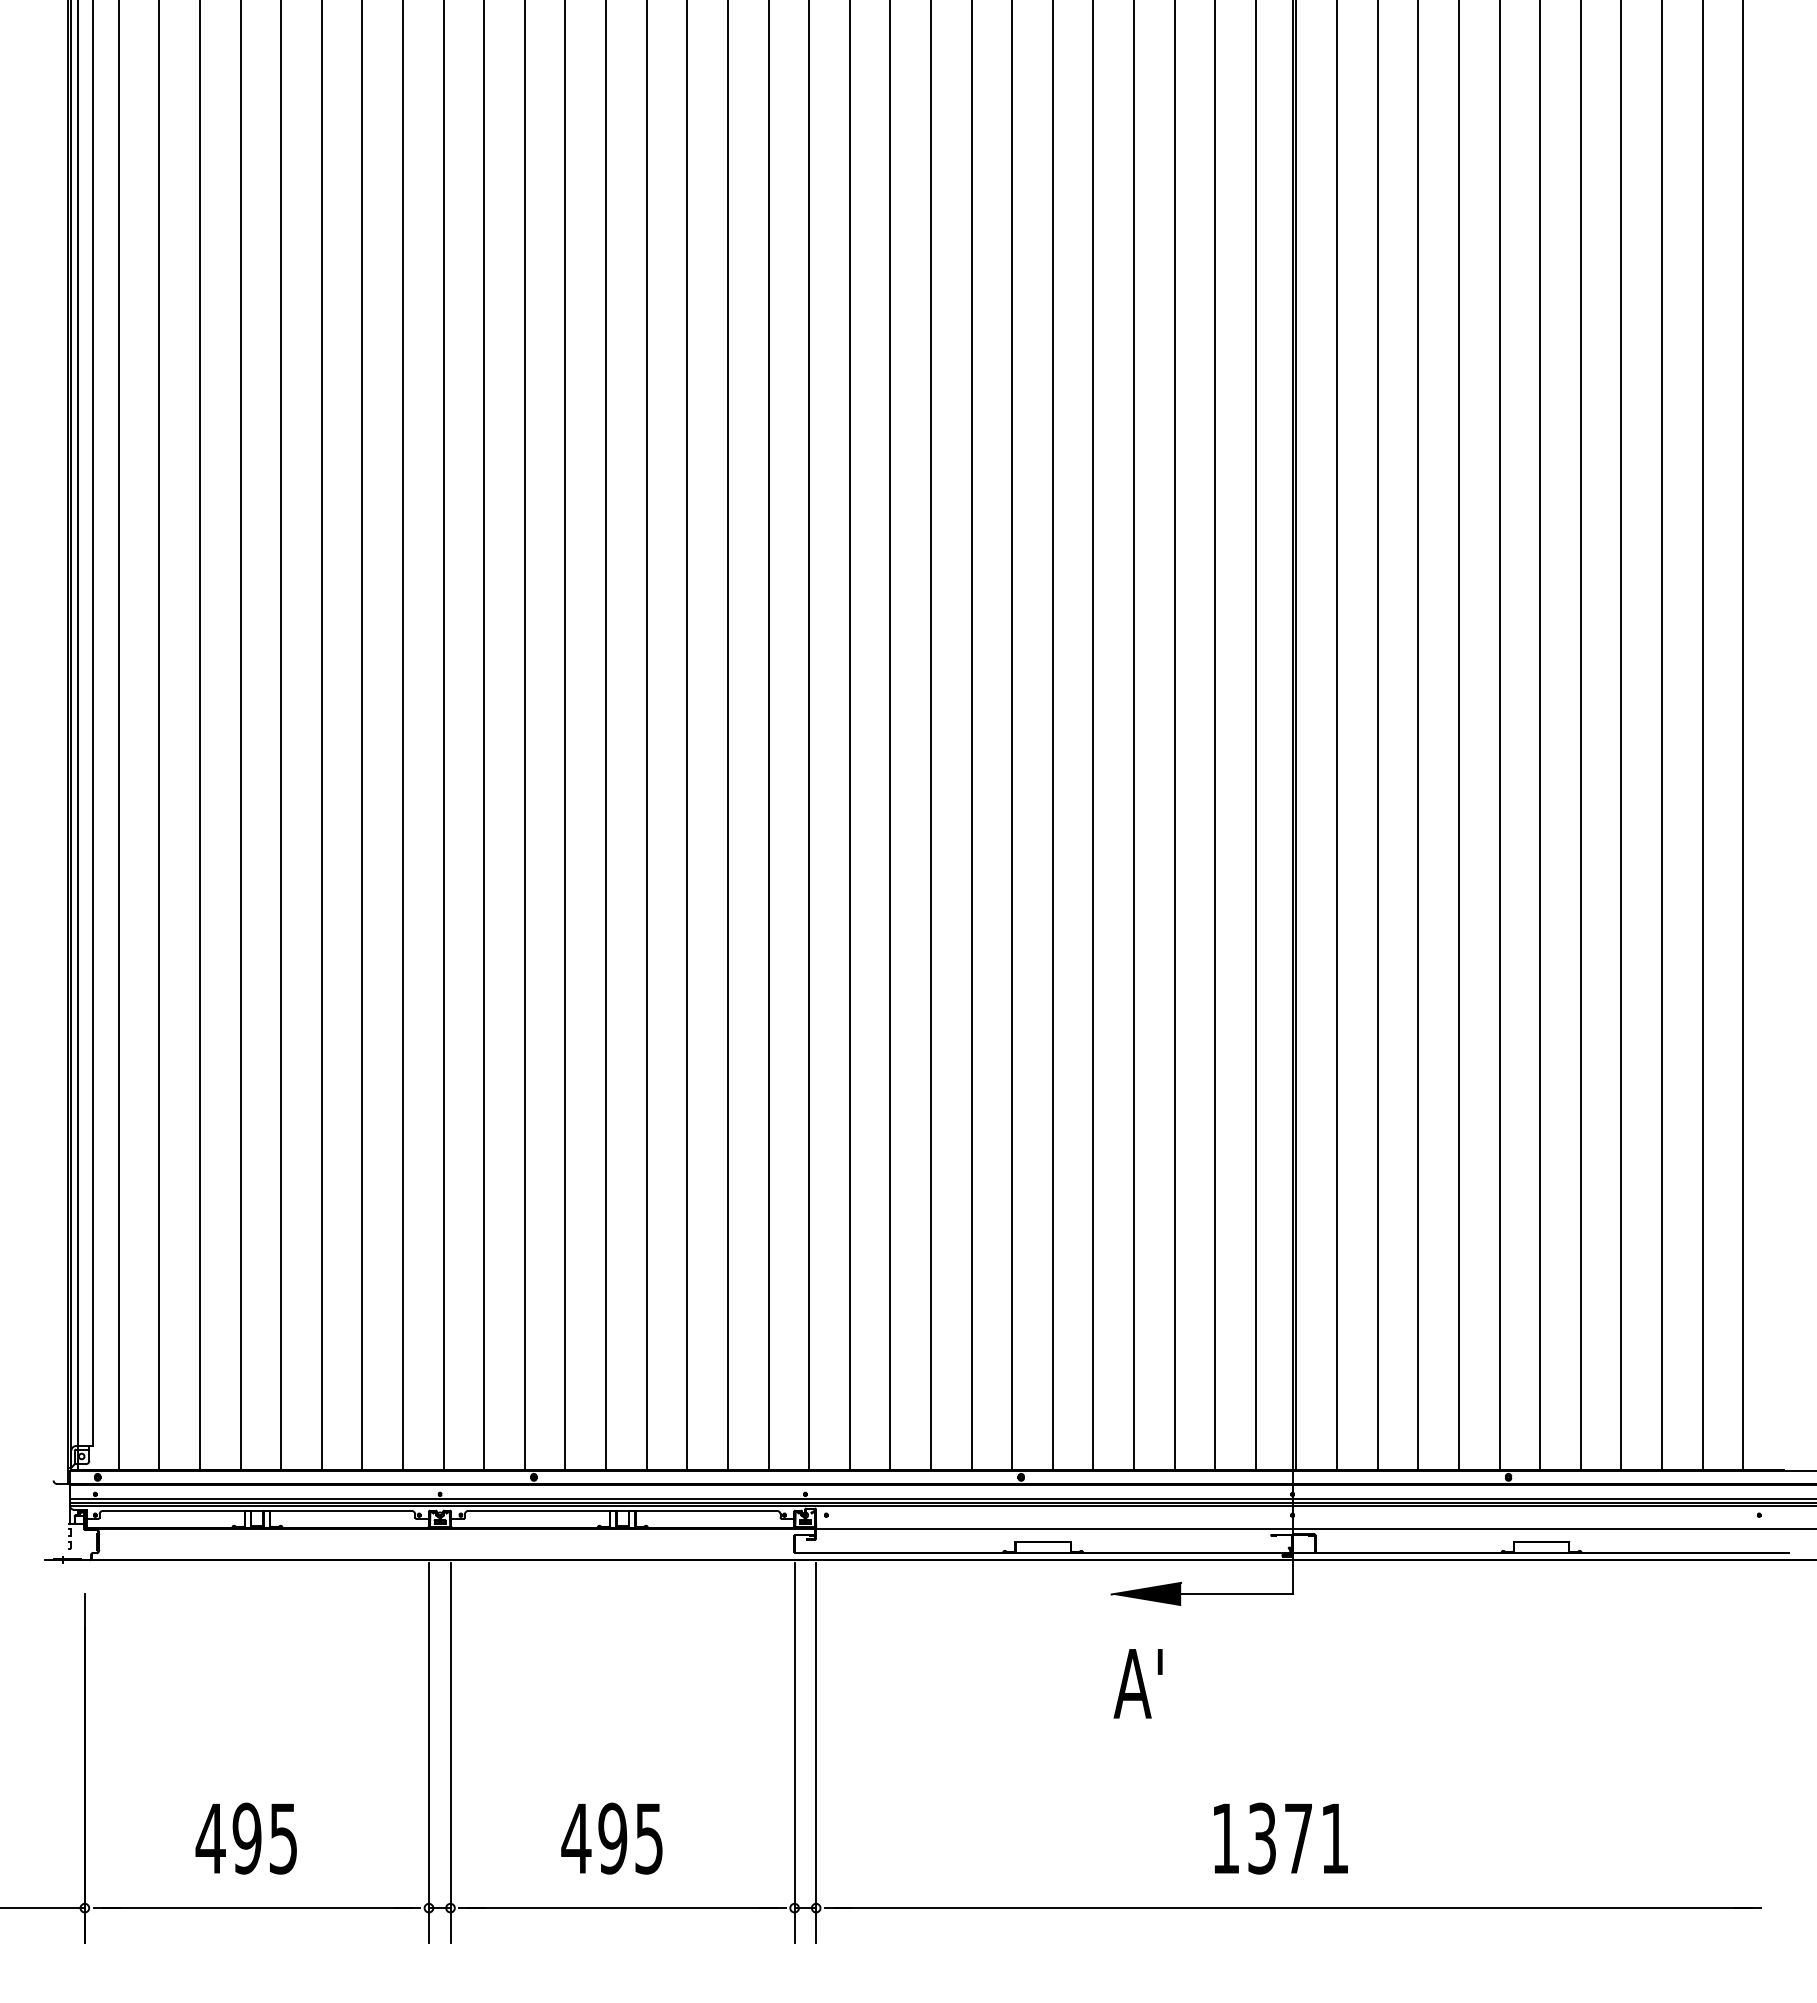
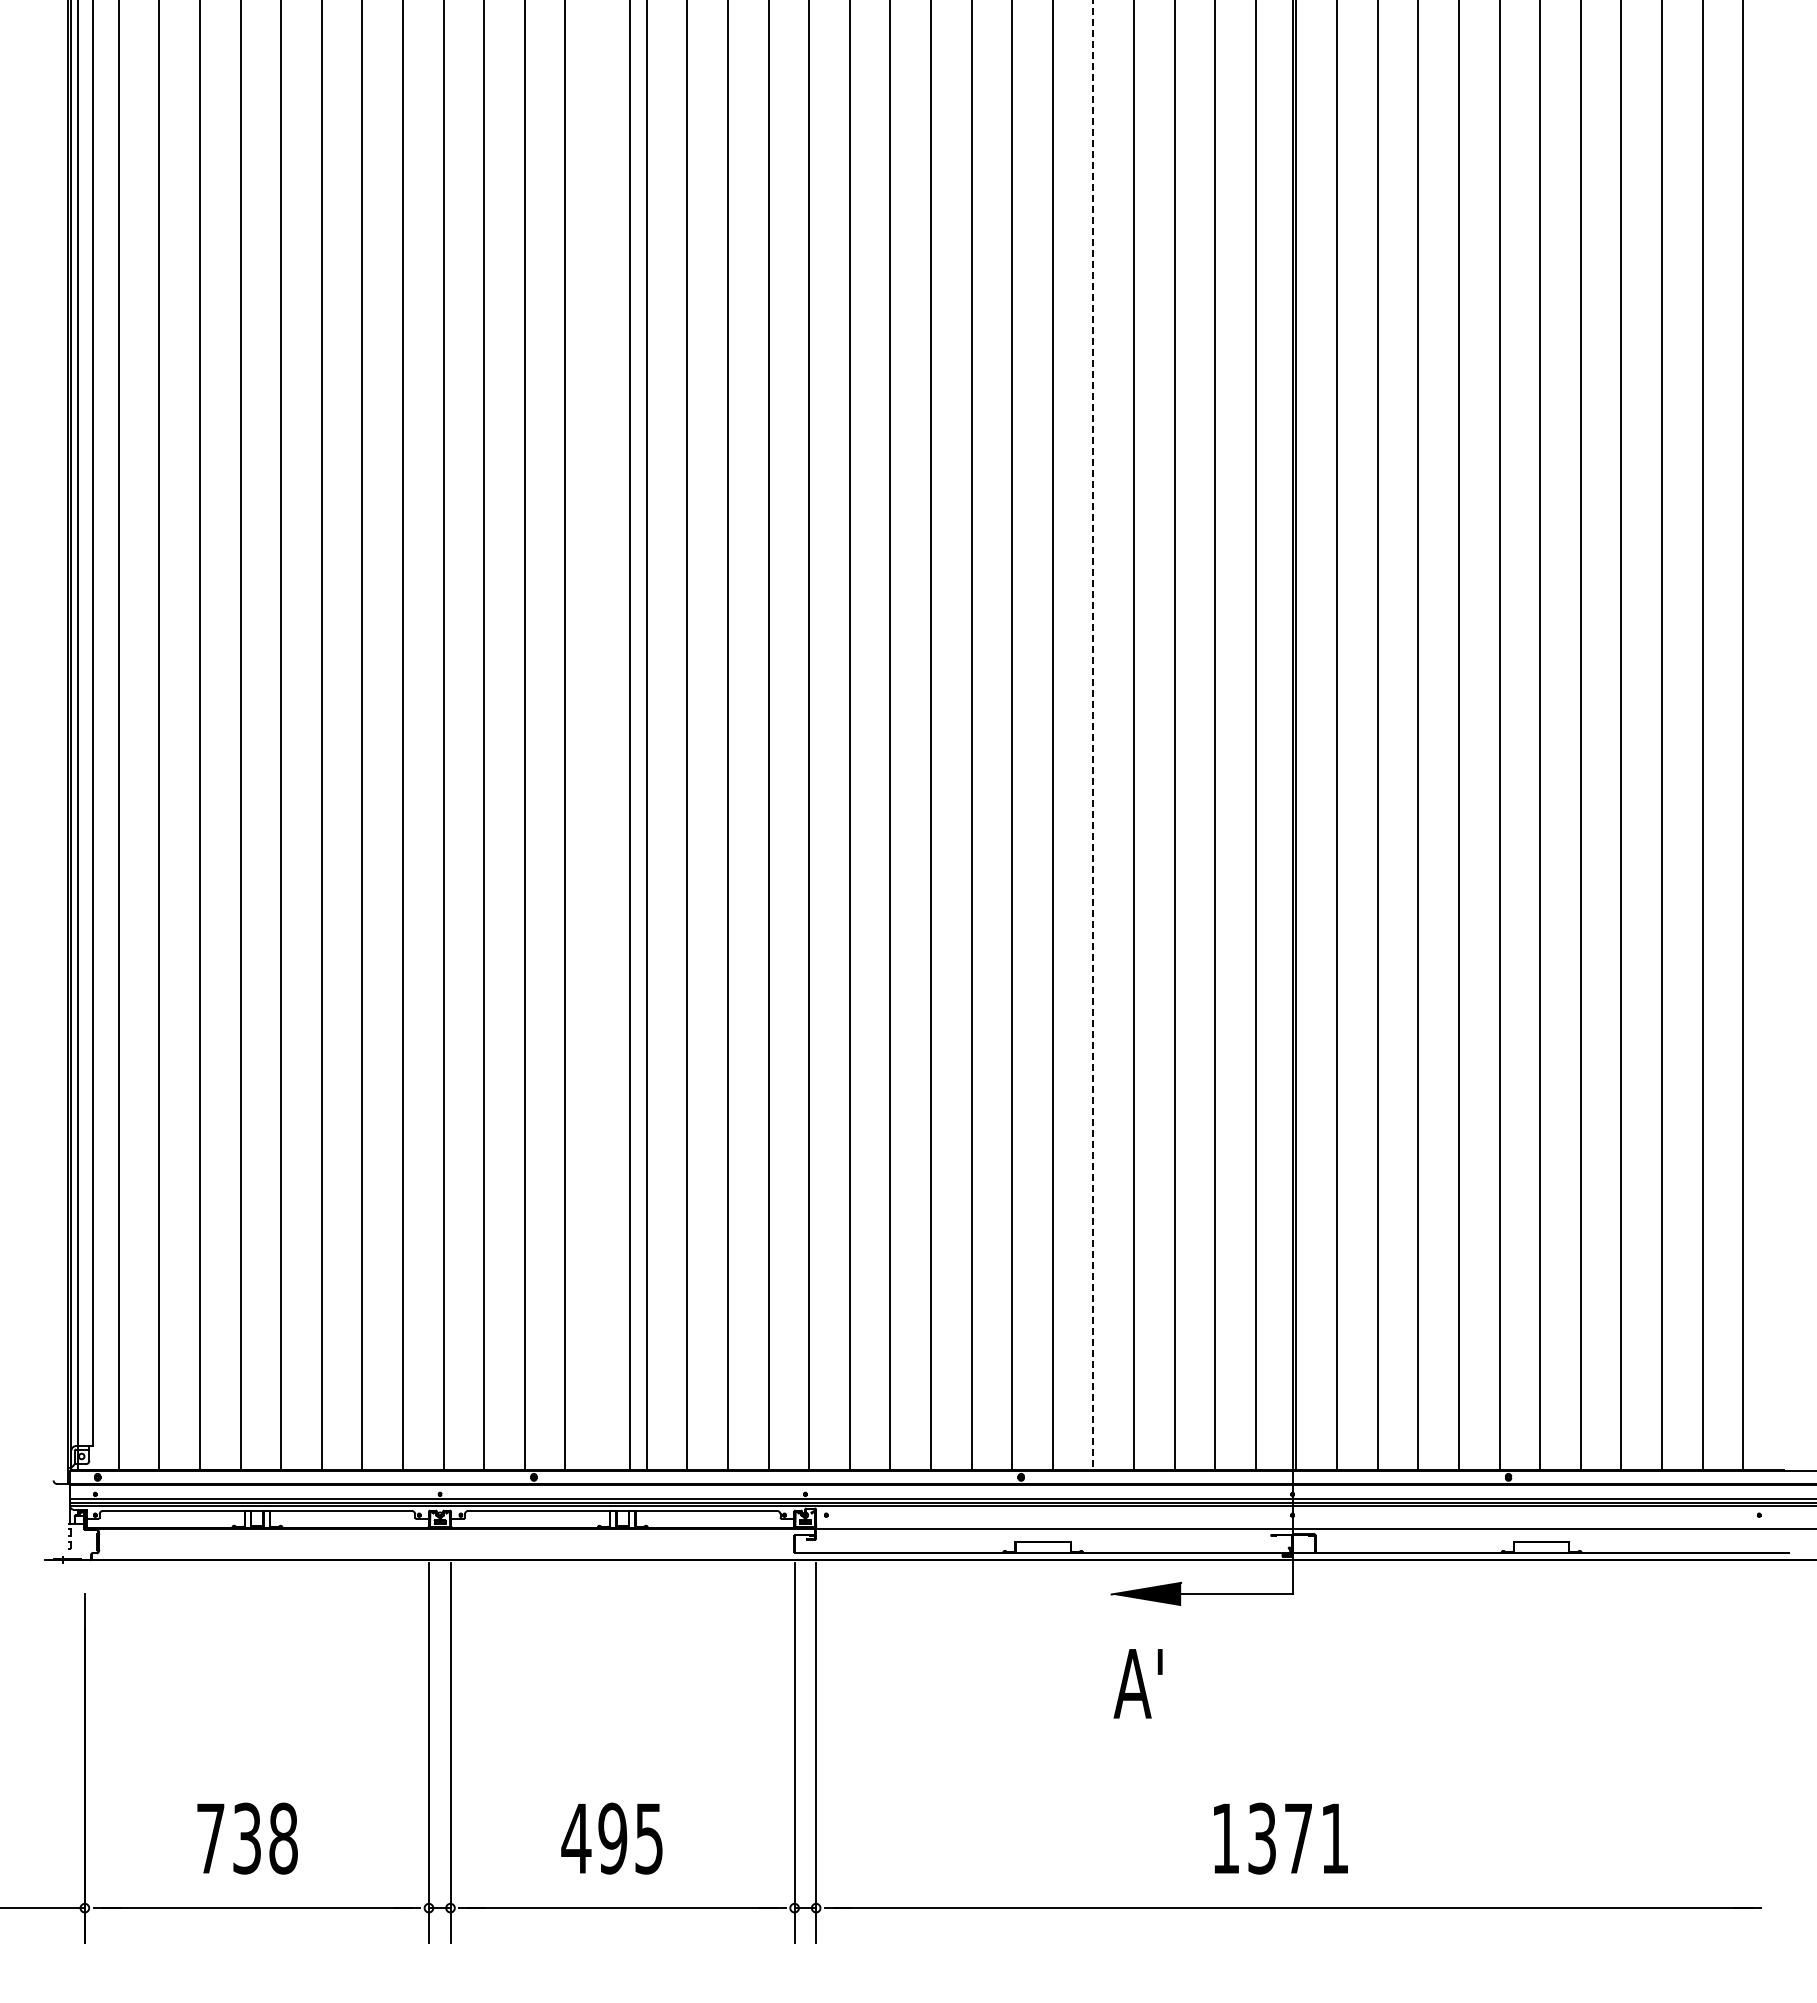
line at (1093, 735): solid -> dashed
line at (606, 736) position: (606, 736) -> (630, 736)
text at (246, 1838): 495 -> 738
